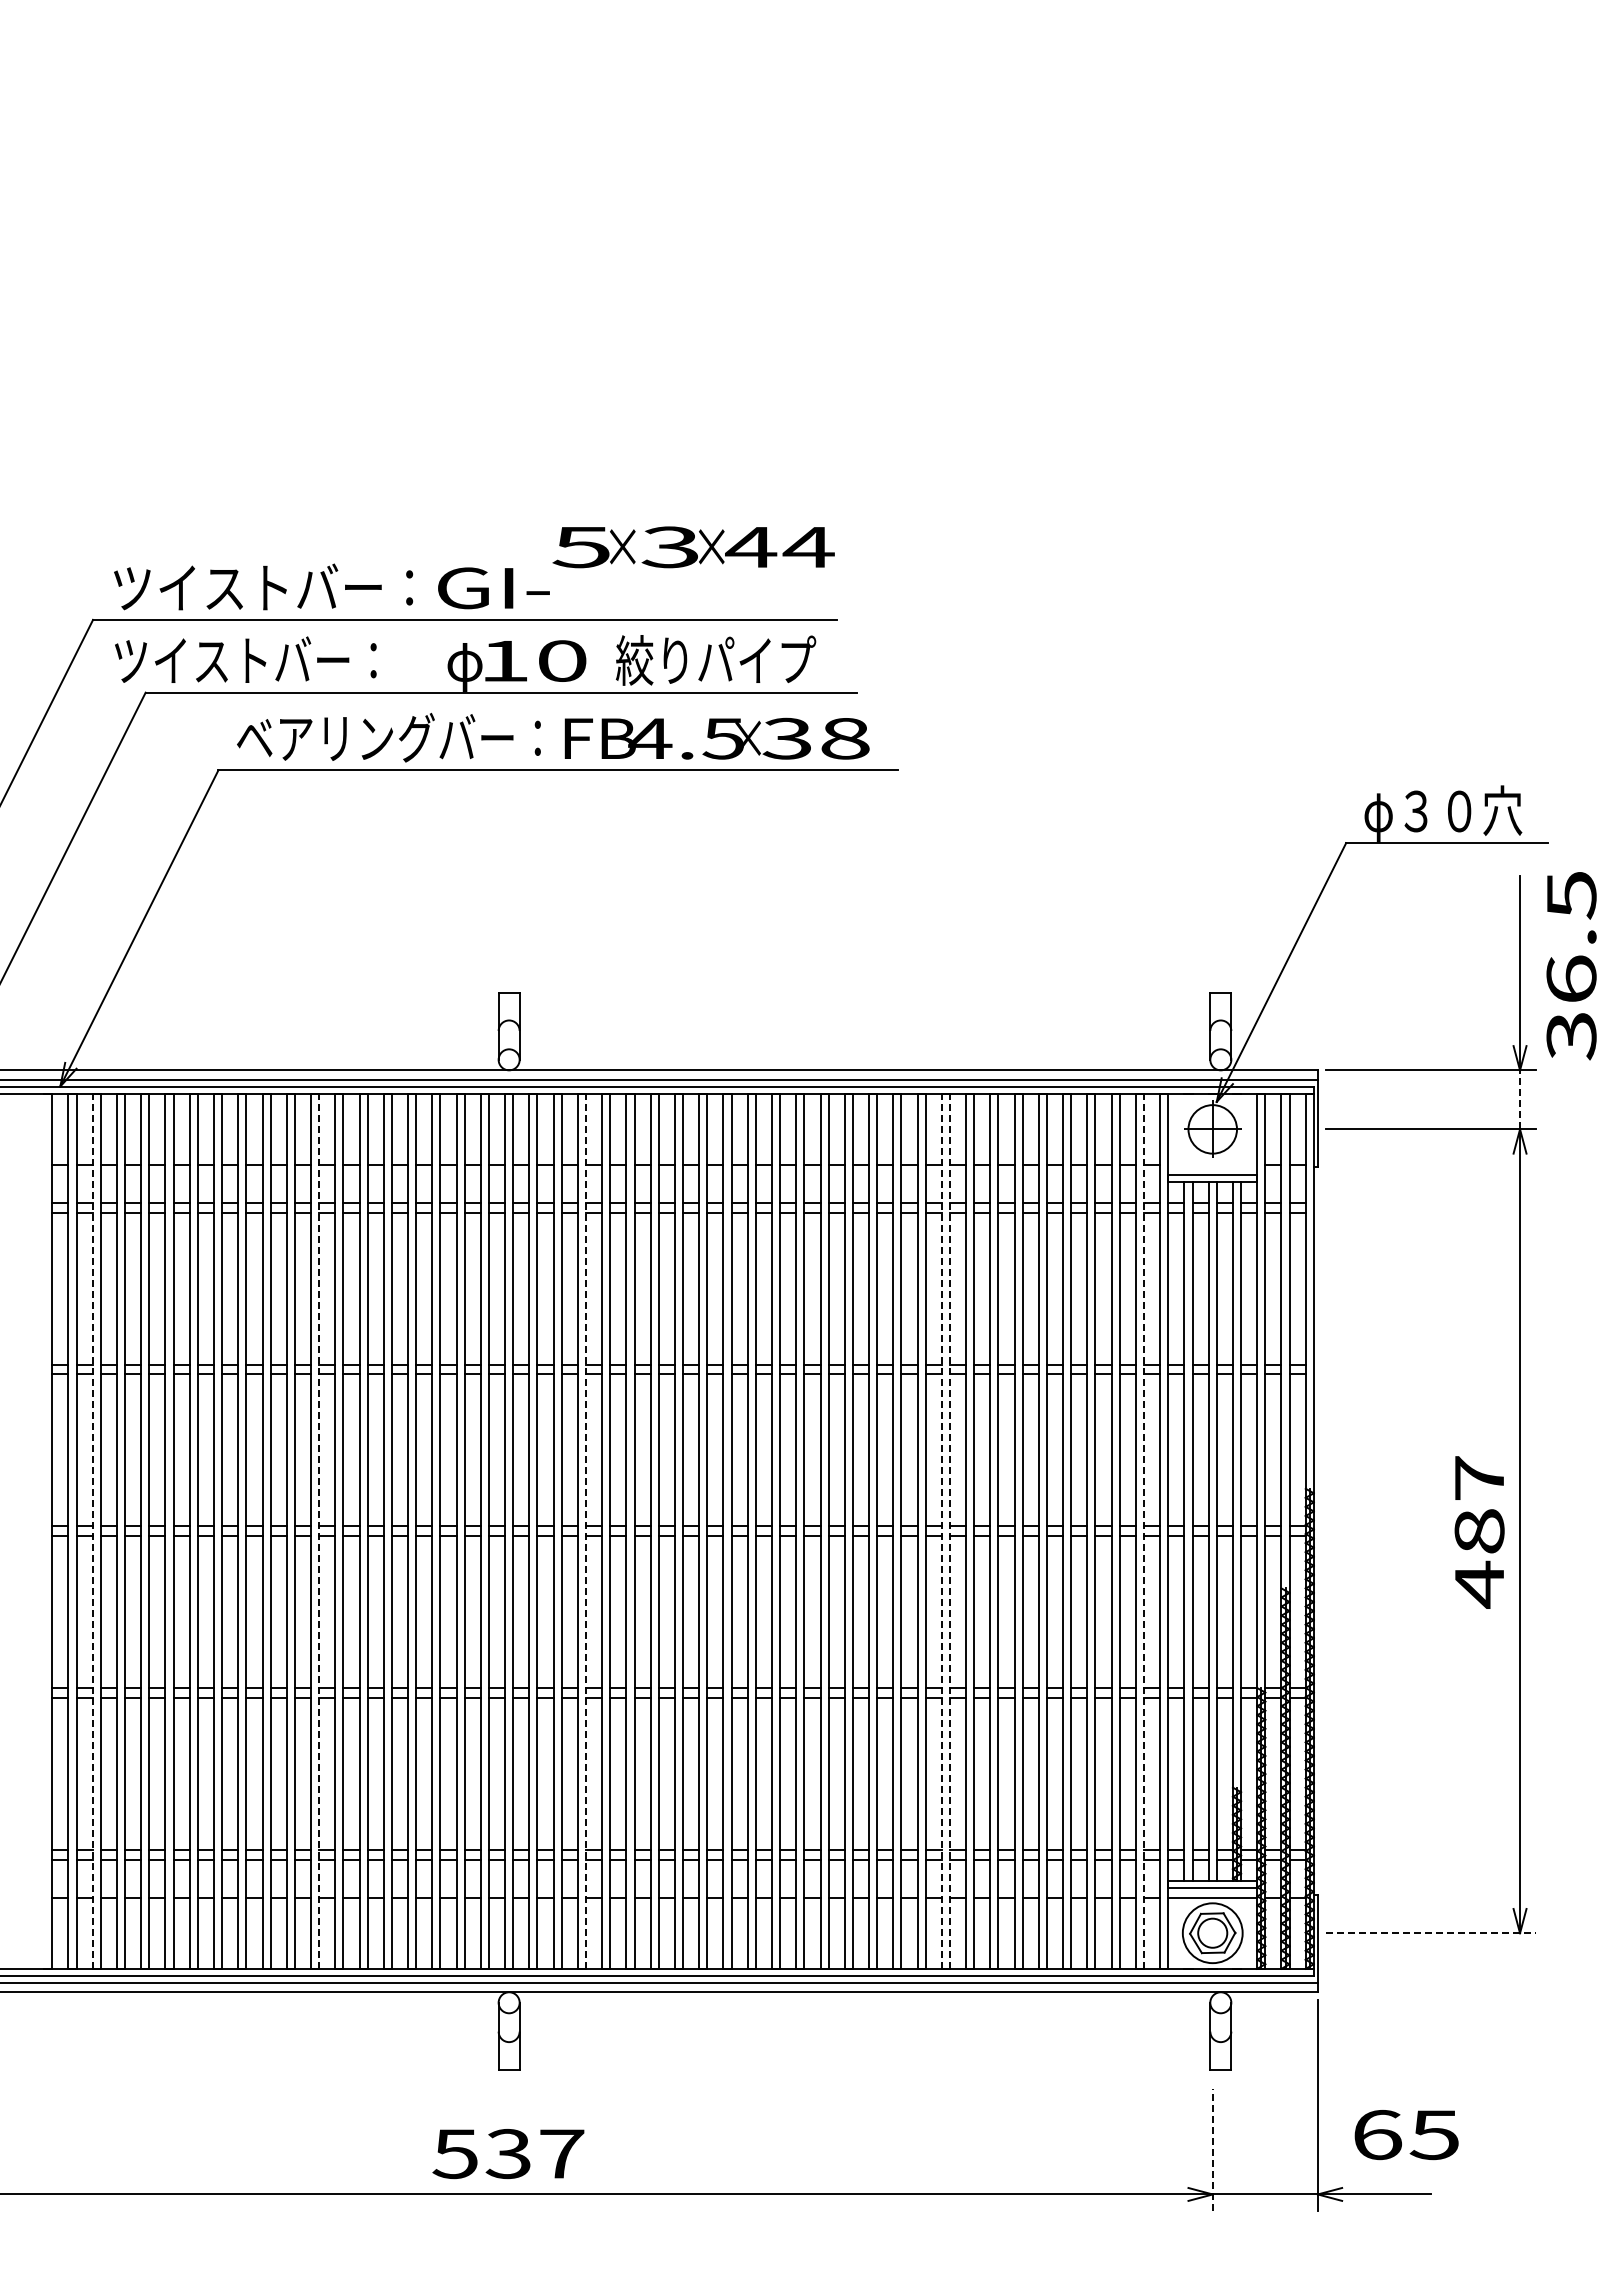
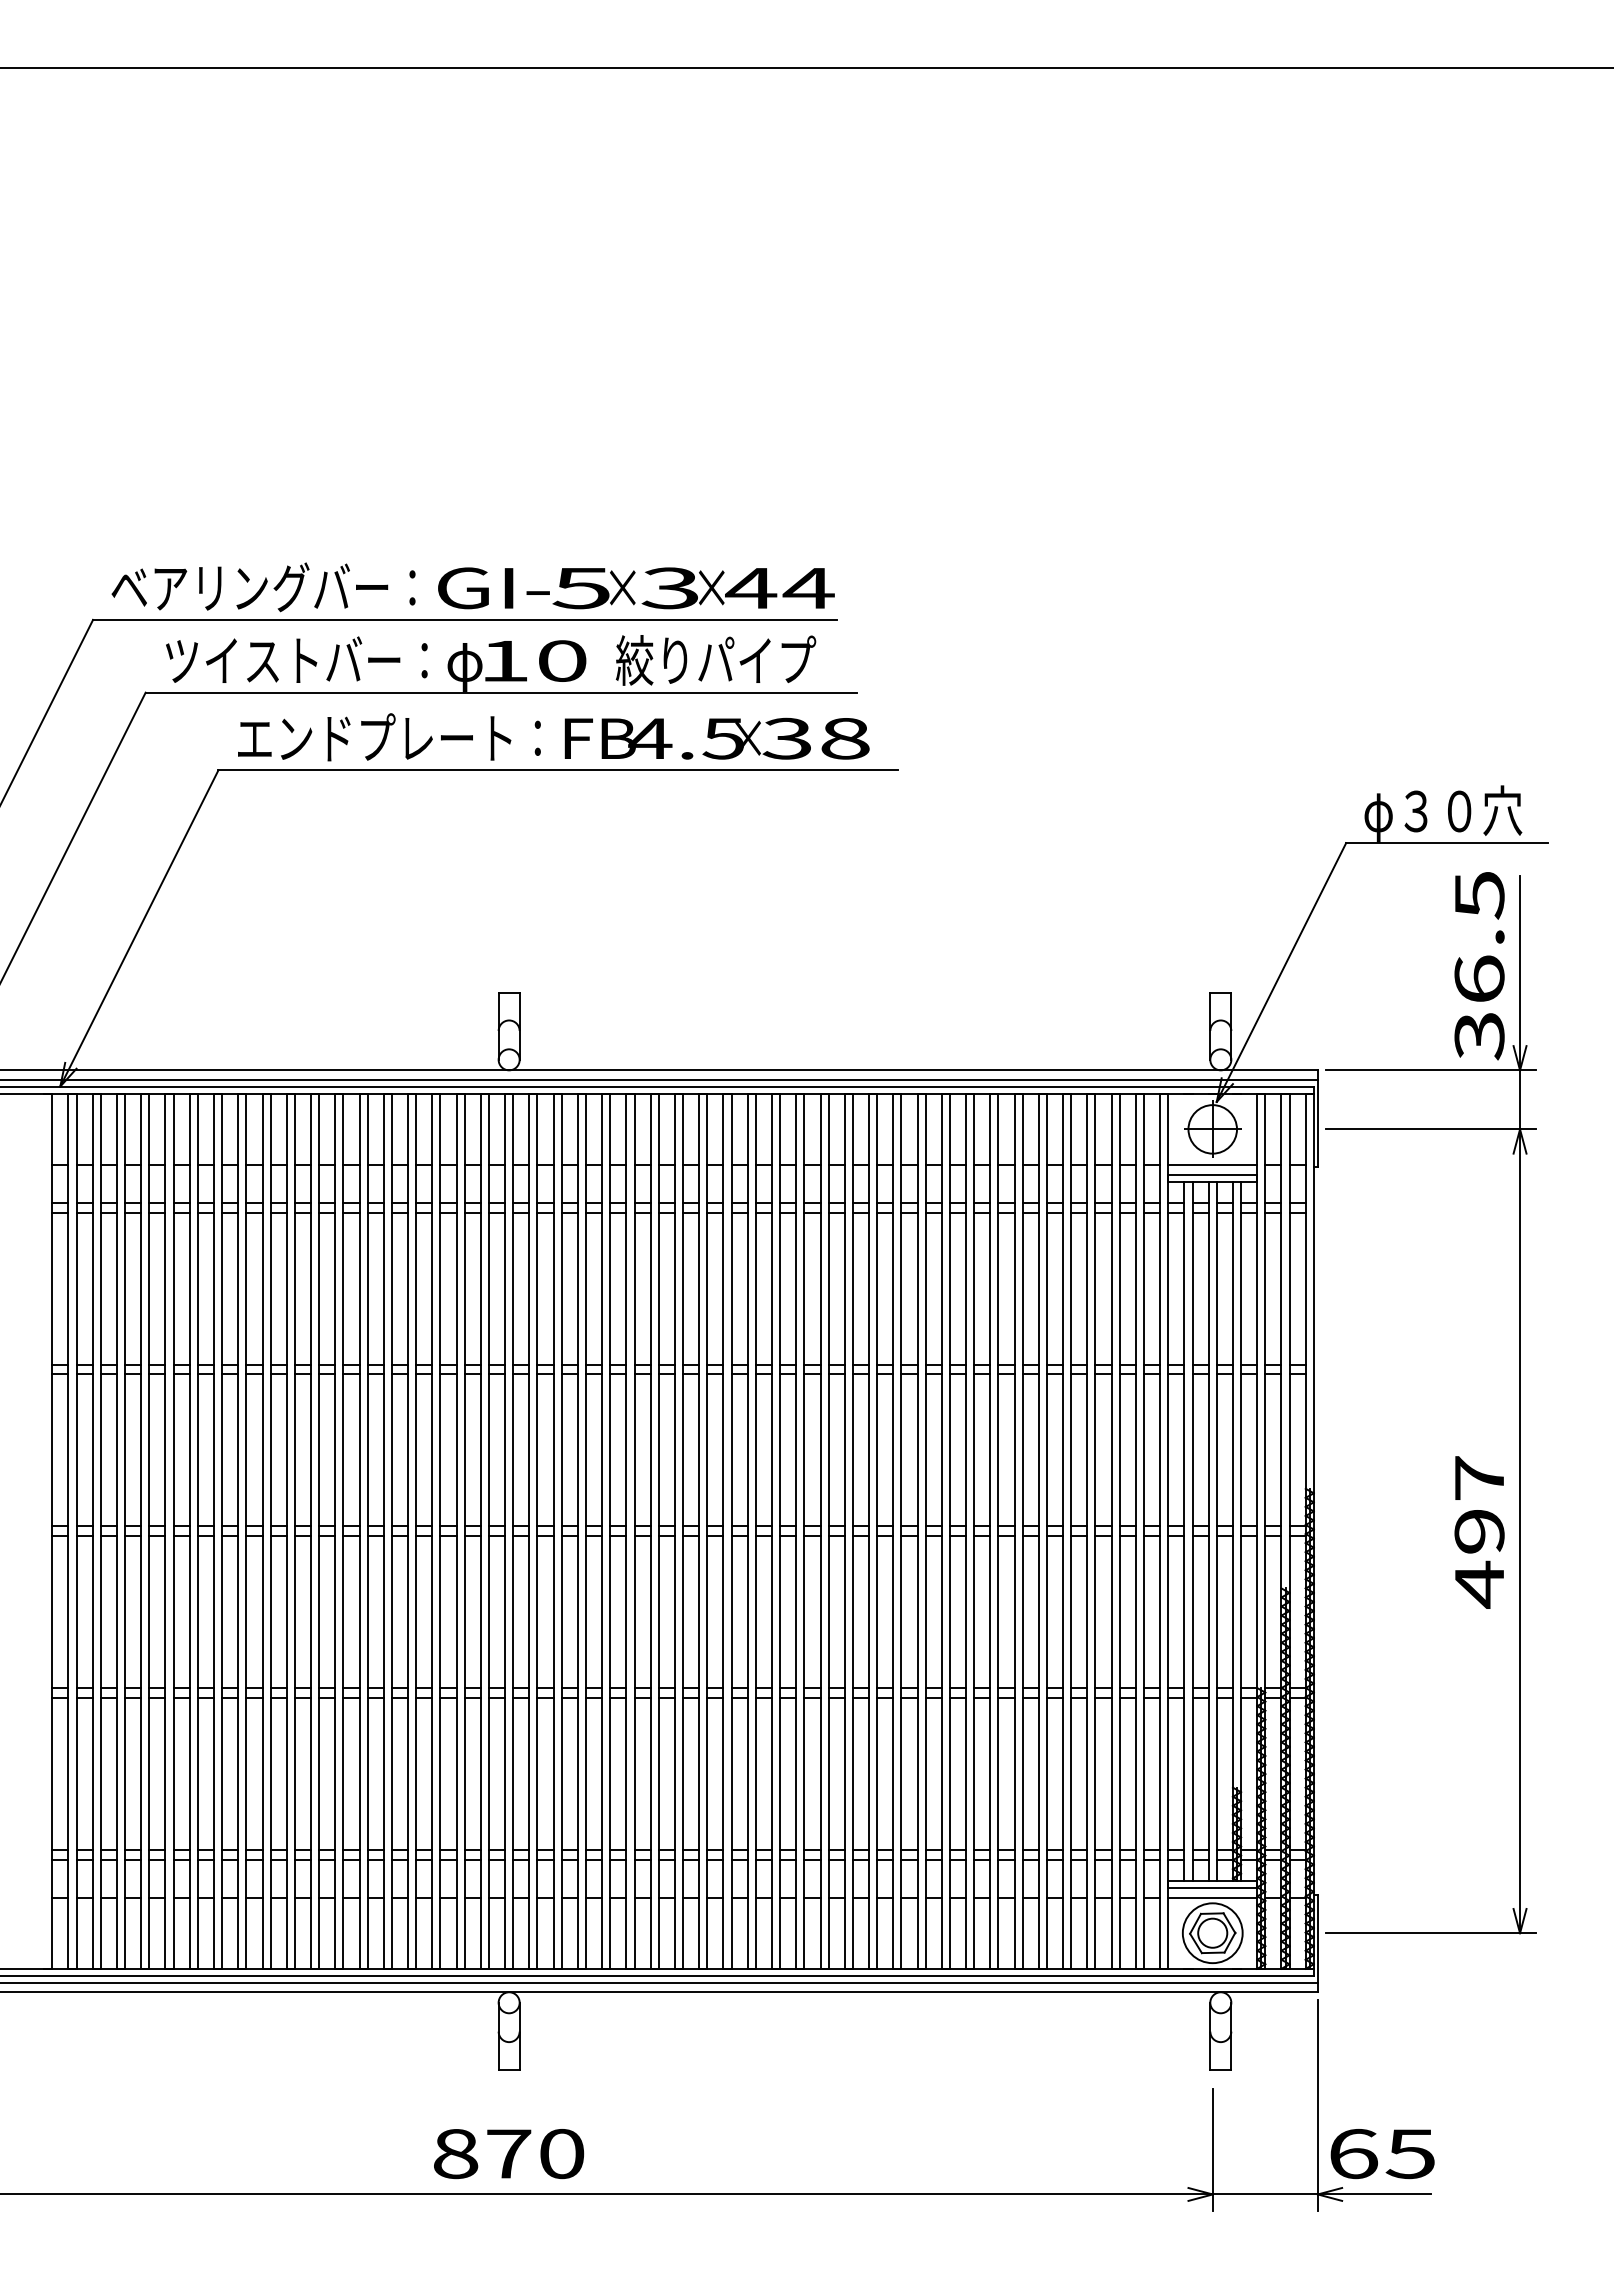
line at (806, 68): none -> present
text at (693, 547) position: (693, 547) -> (693, 588)
text at (263, 587): ツイストバー： -> ベアリングバー：
text at (245, 659) position: (245, 659) -> (296, 659)
text at (375, 737): ベアリングバー： -> エンドプレート：
text at (1571, 966) position: (1571, 966) -> (1479, 966)
line at (1520, 1099): dashed -> solid
line at (1212, 1164): none -> present
line at (92, 1531): dashed -> solid
line at (319, 1531): dashed -> solid
line at (585, 1531): dashed -> solid
line at (941, 1531): dashed -> solid
line at (949, 1531): dashed -> solid
line at (1144, 1531): dashed -> solid
text at (1479, 1531): 487 -> 497
line at (1431, 1933): dashed -> solid
text at (1406, 2135) position: (1406, 2135) -> (1382, 2154)
line at (1212, 2149): dashed -> solid
text at (508, 2154): 537 -> 870
